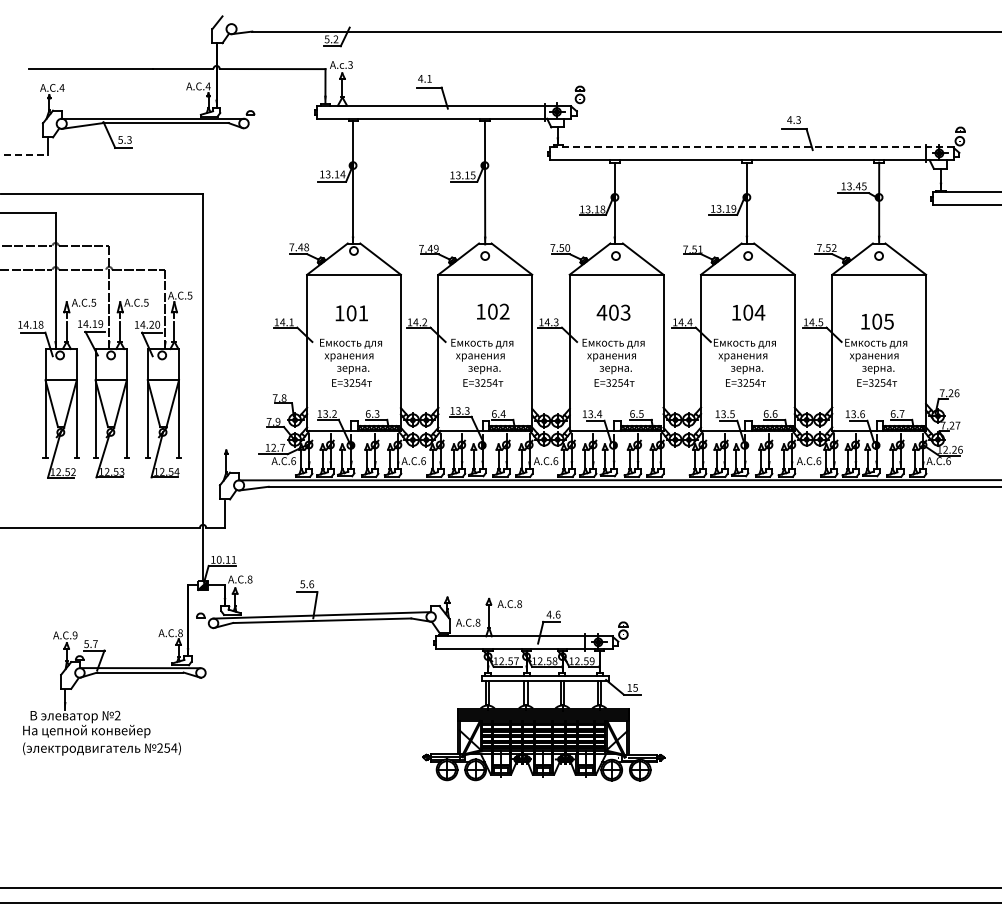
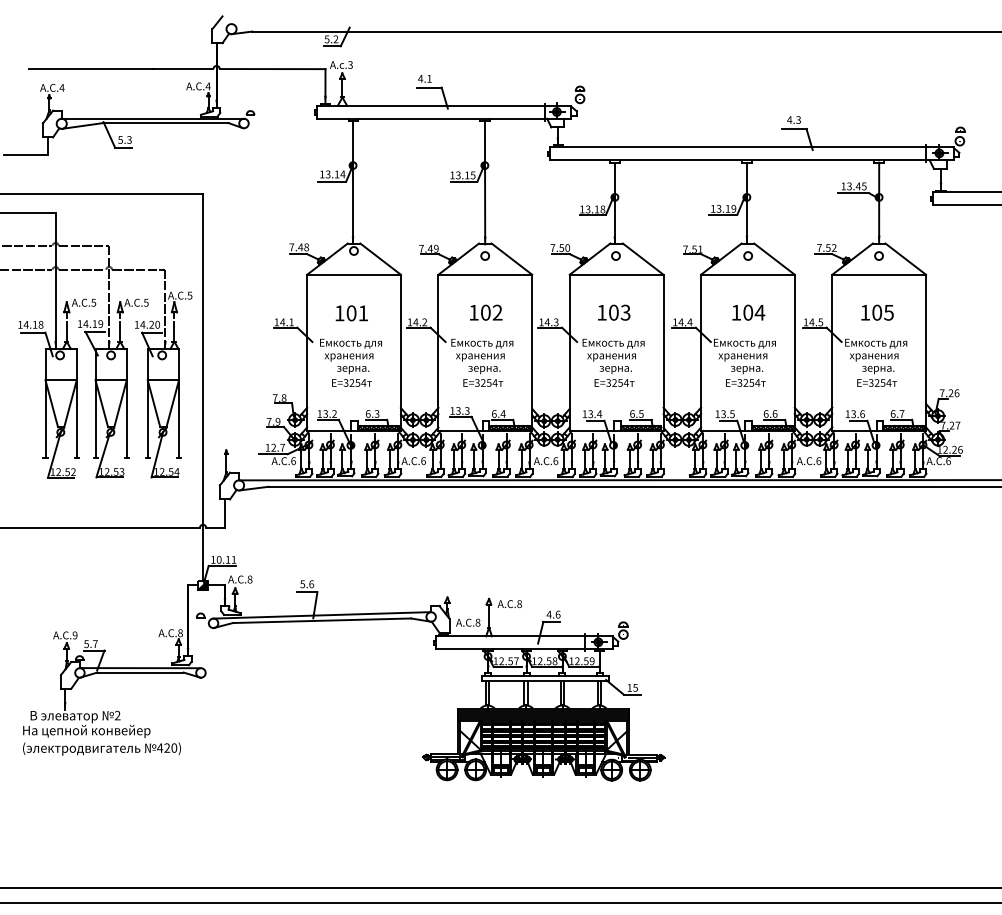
line at (751, 147): dashed -> solid
line at (25, 154): dashed -> solid
text at (493, 311) position: (493, 311) -> (486, 312)
text at (601, 312): 403 -> 103
text at (877, 321) position: (877, 321) -> (877, 312)
text at (167, 747): 254) -> 420)
